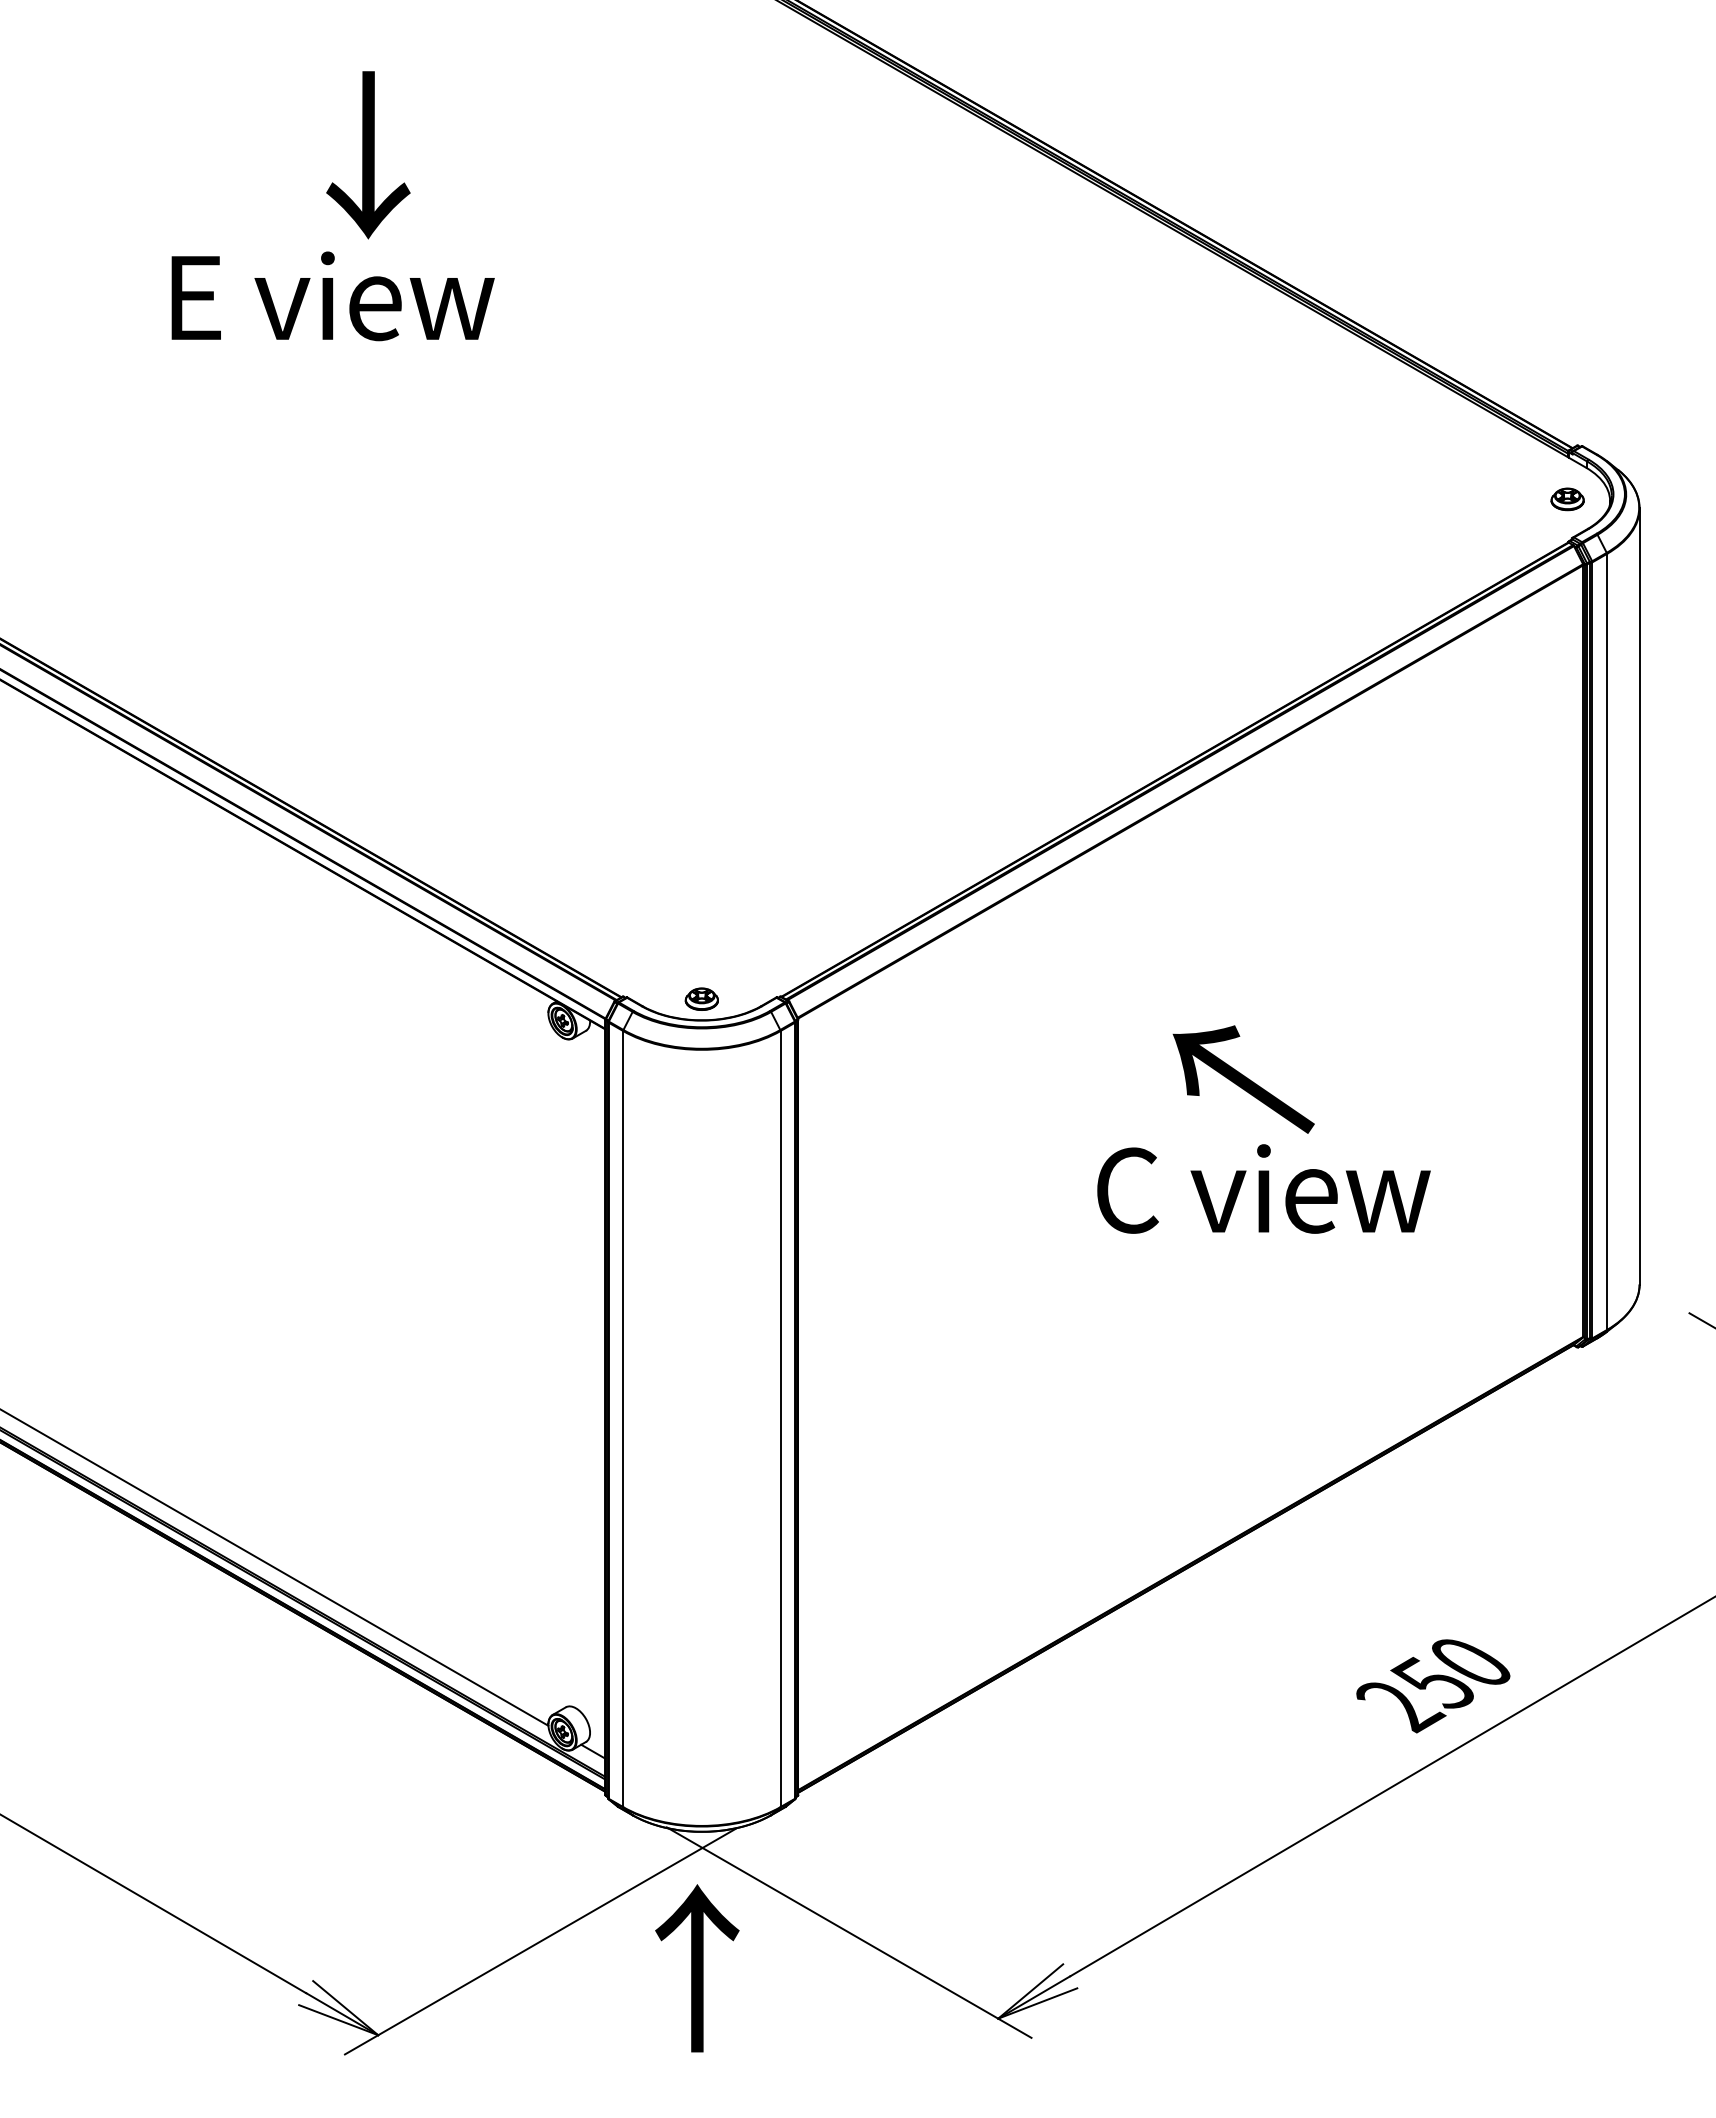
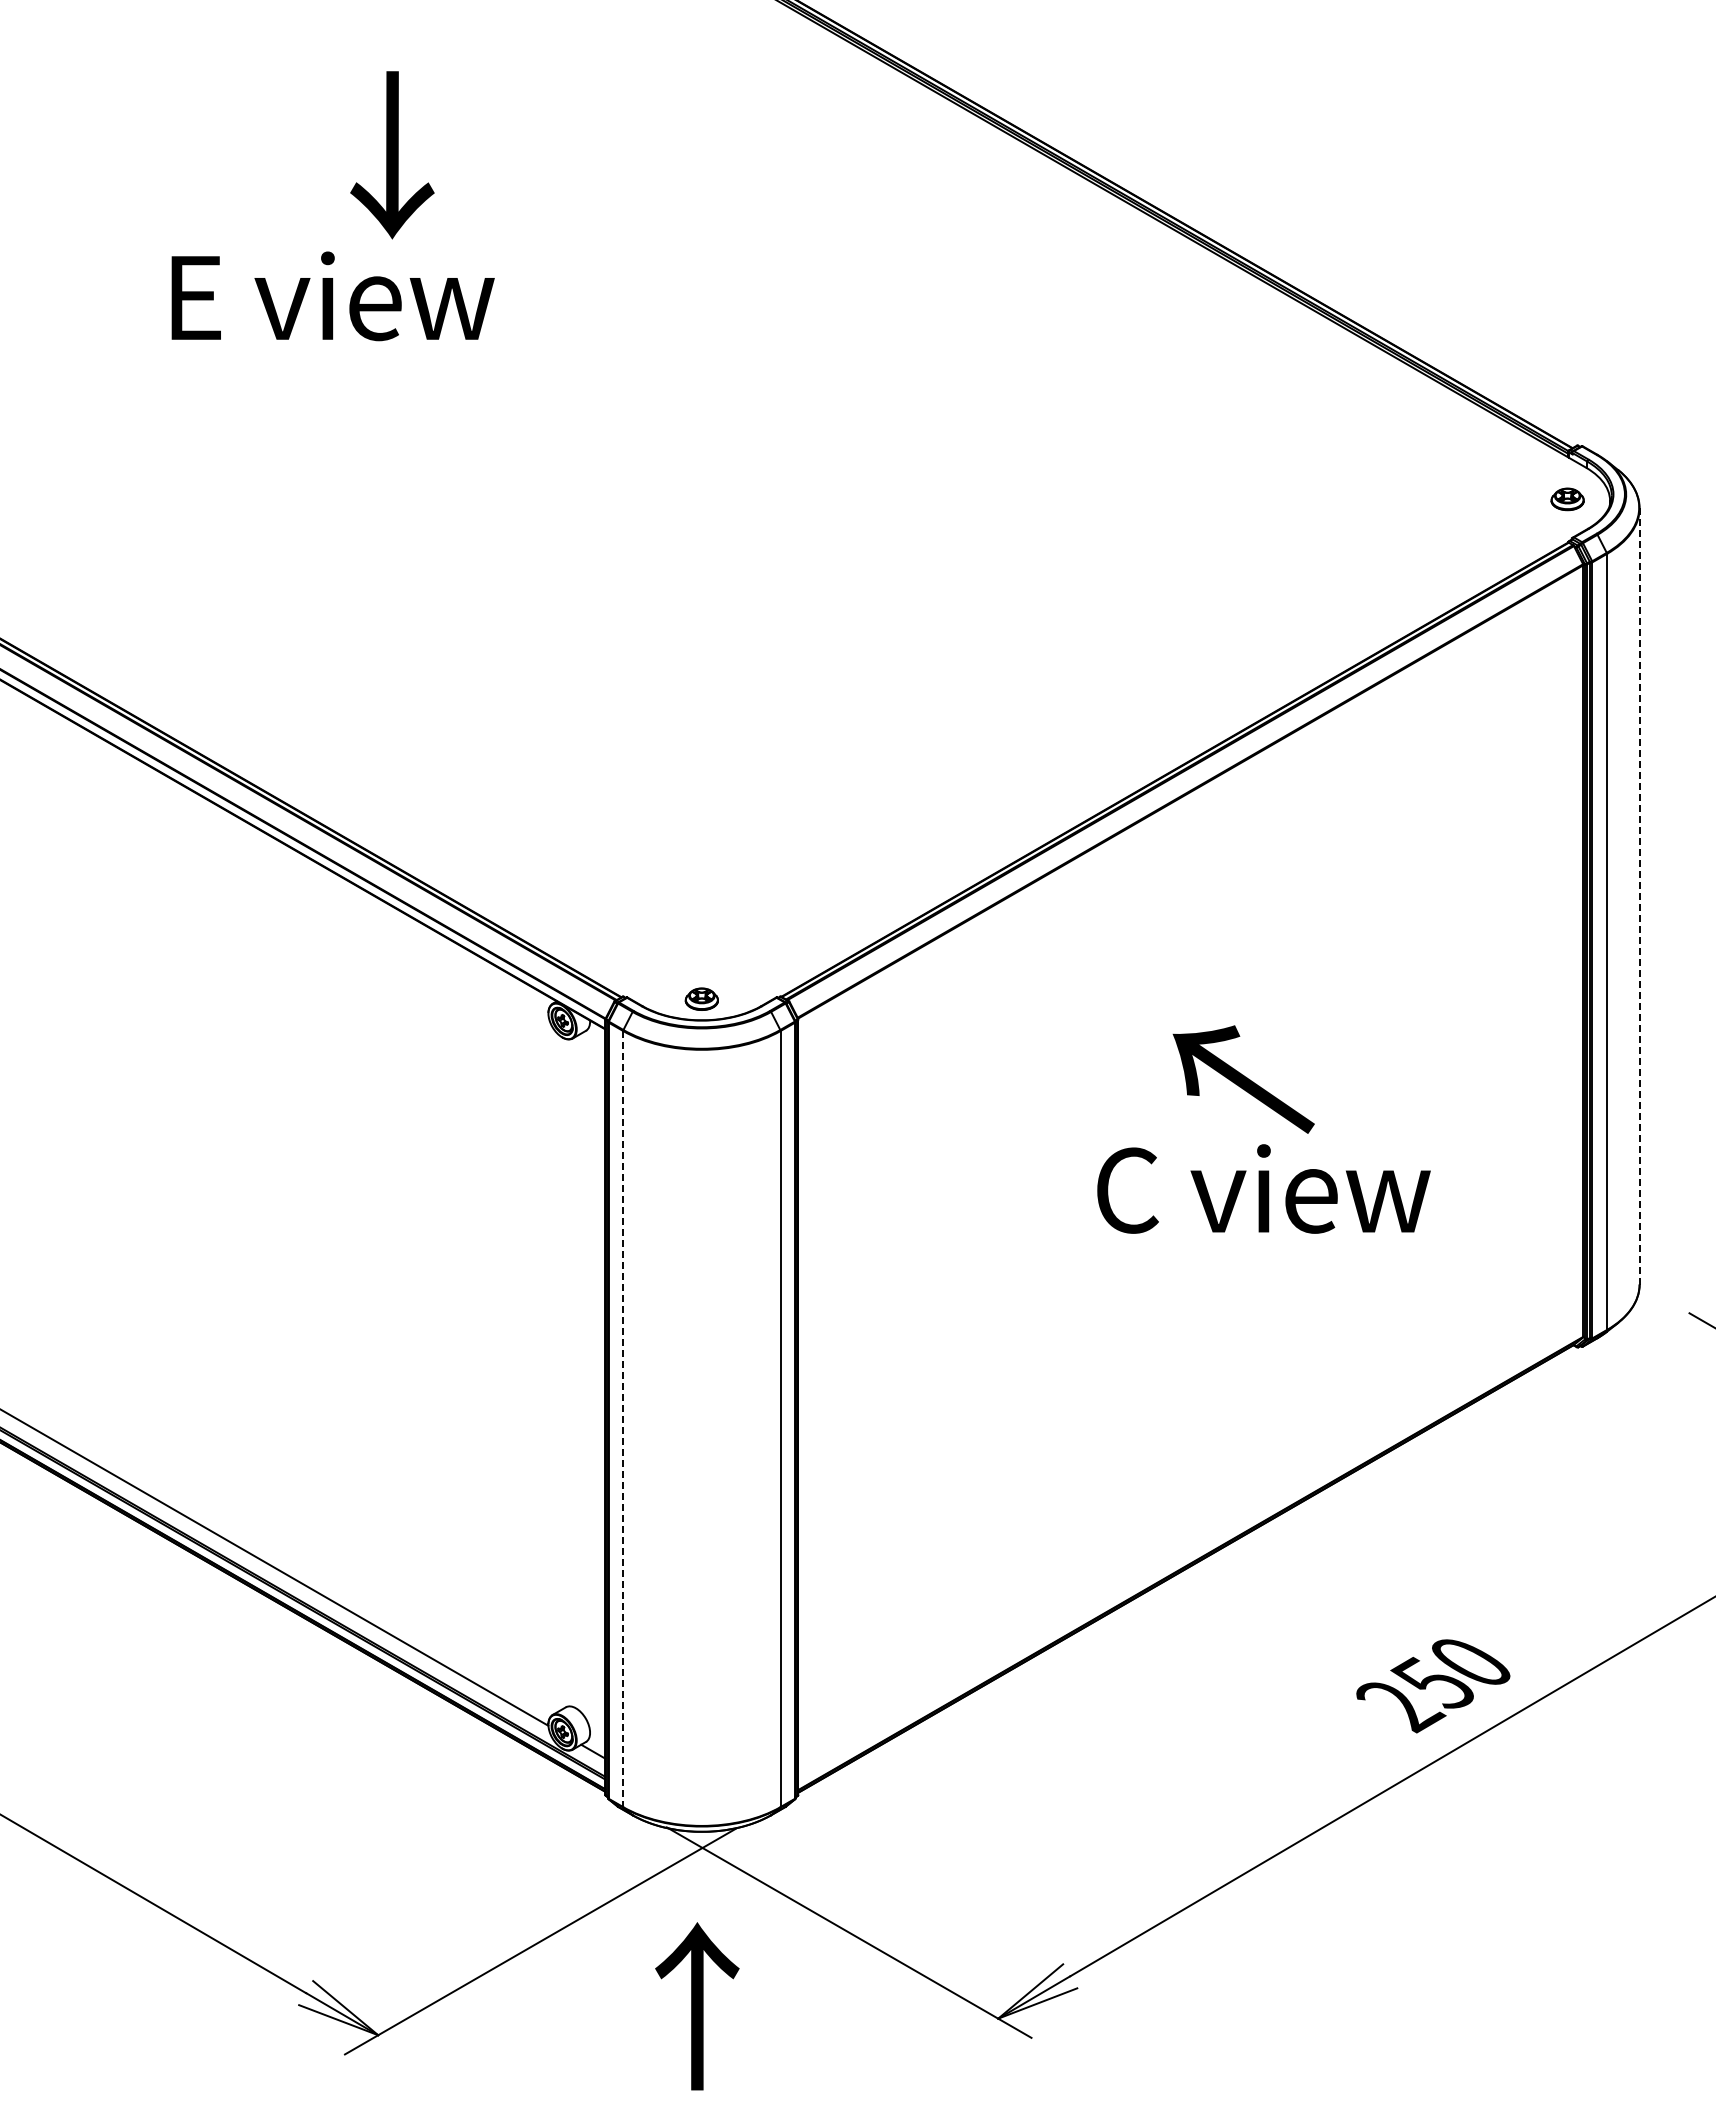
text at (368, 155) position: (368, 155) -> (392, 155)
line at (1639, 895): solid -> dashed
line at (623, 1419): solid -> dashed
text at (697, 1968) position: (697, 1968) -> (697, 2006)
